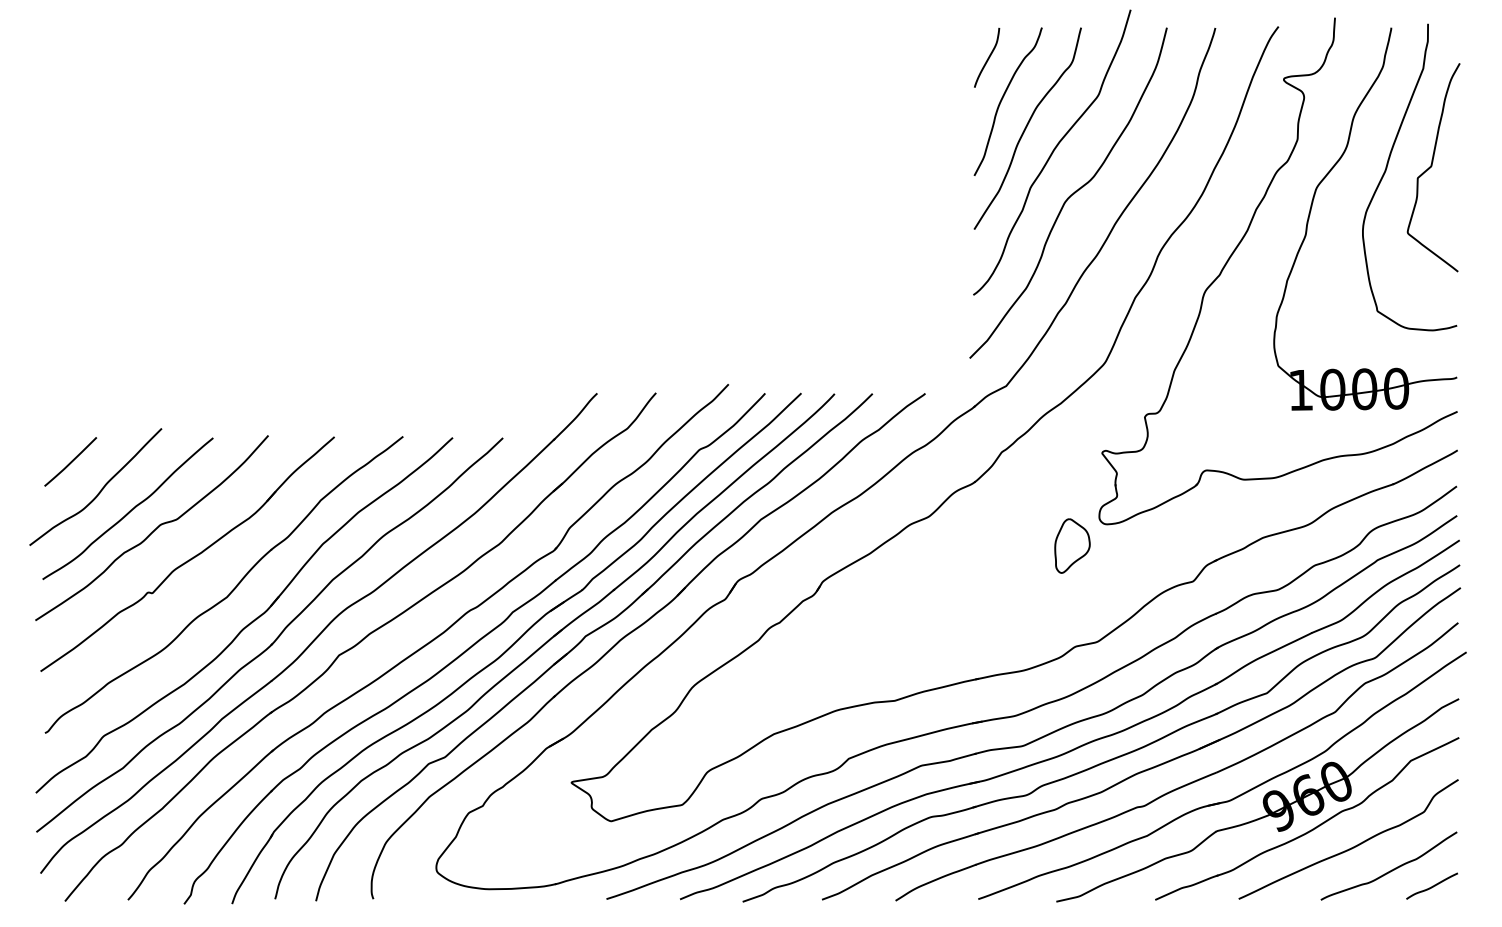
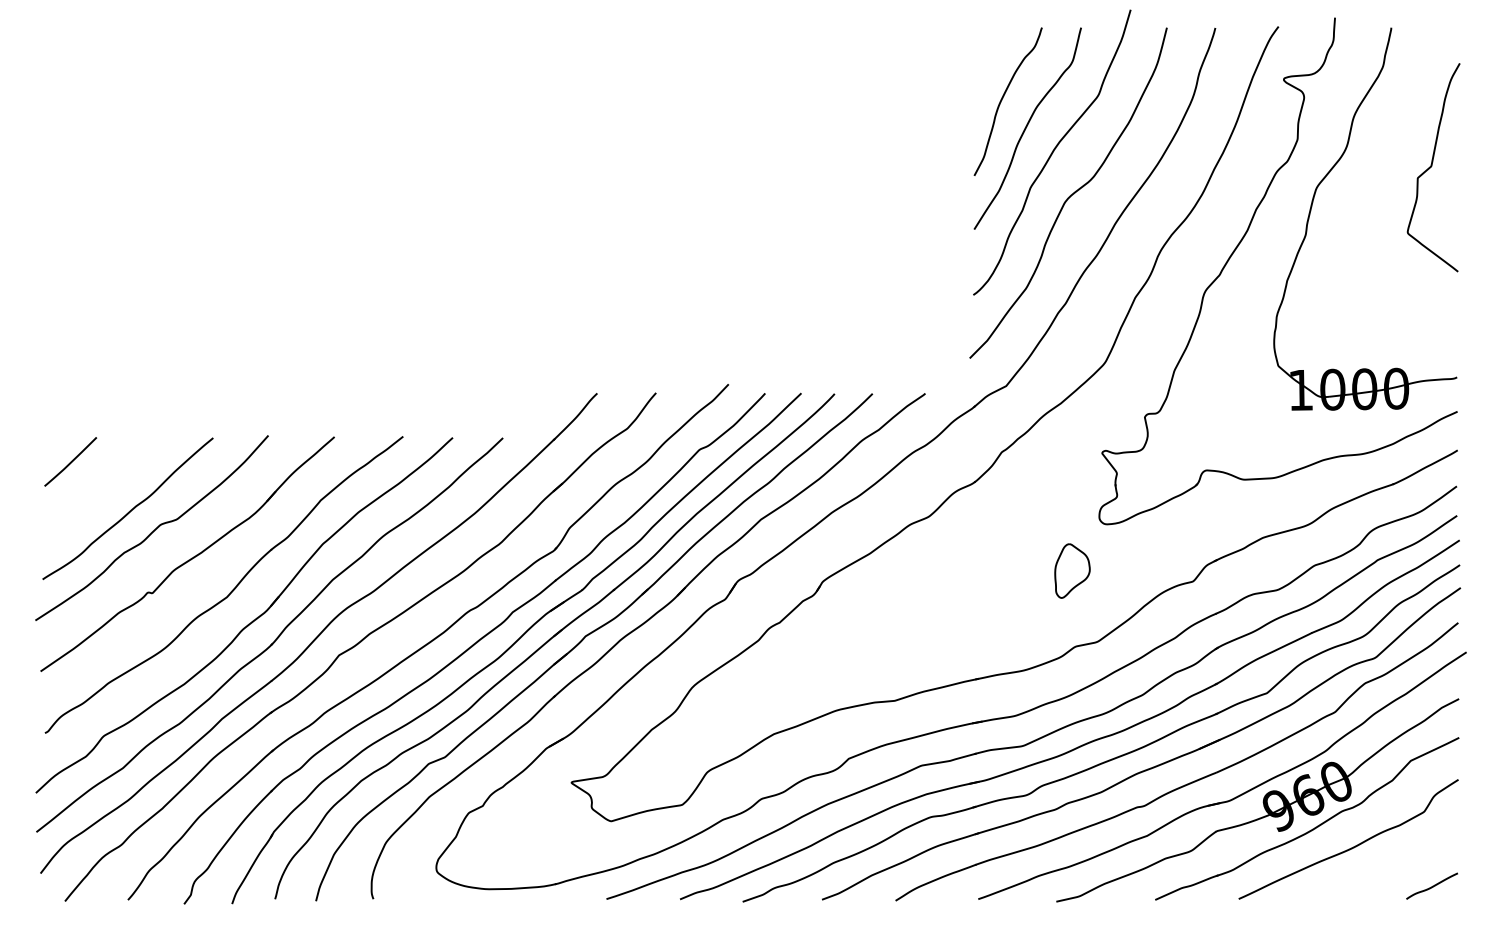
curve at (988, 57): present -> none
curve at (1387, 168): present -> none
curve at (101, 488): present -> none
part at (1072, 545) position: (1072, 545) -> (1072, 570)
curve at (1391, 869): present -> none
